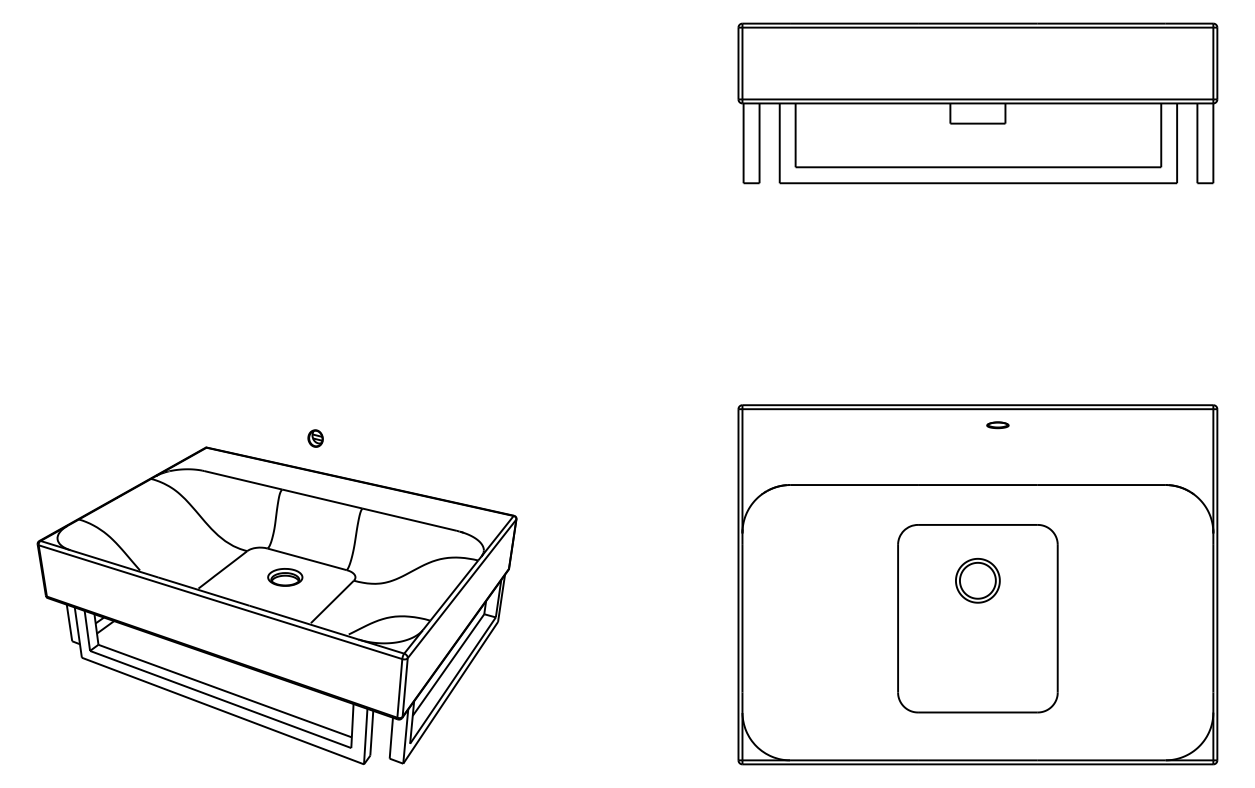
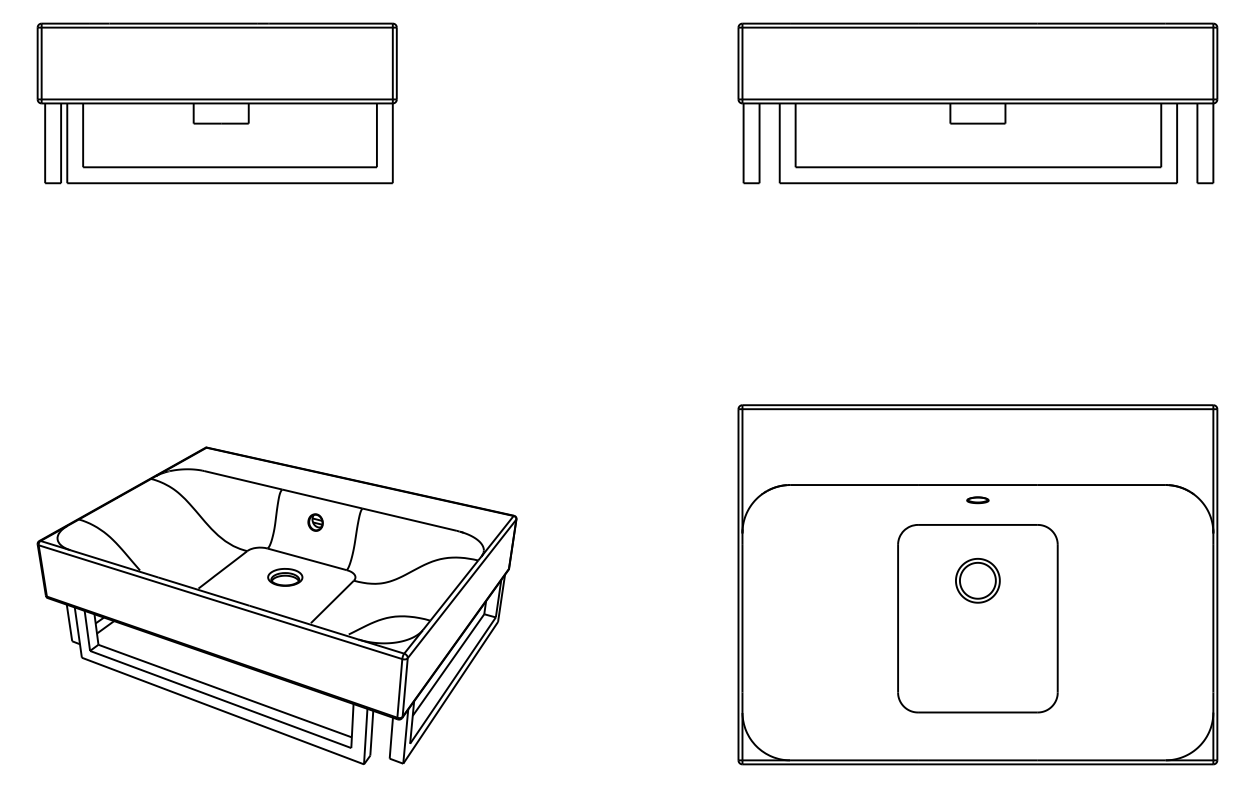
part at (216, 103): none -> present
part at (997, 425) position: (997, 425) -> (977, 500)
part at (315, 438) position: (315, 438) -> (315, 522)
